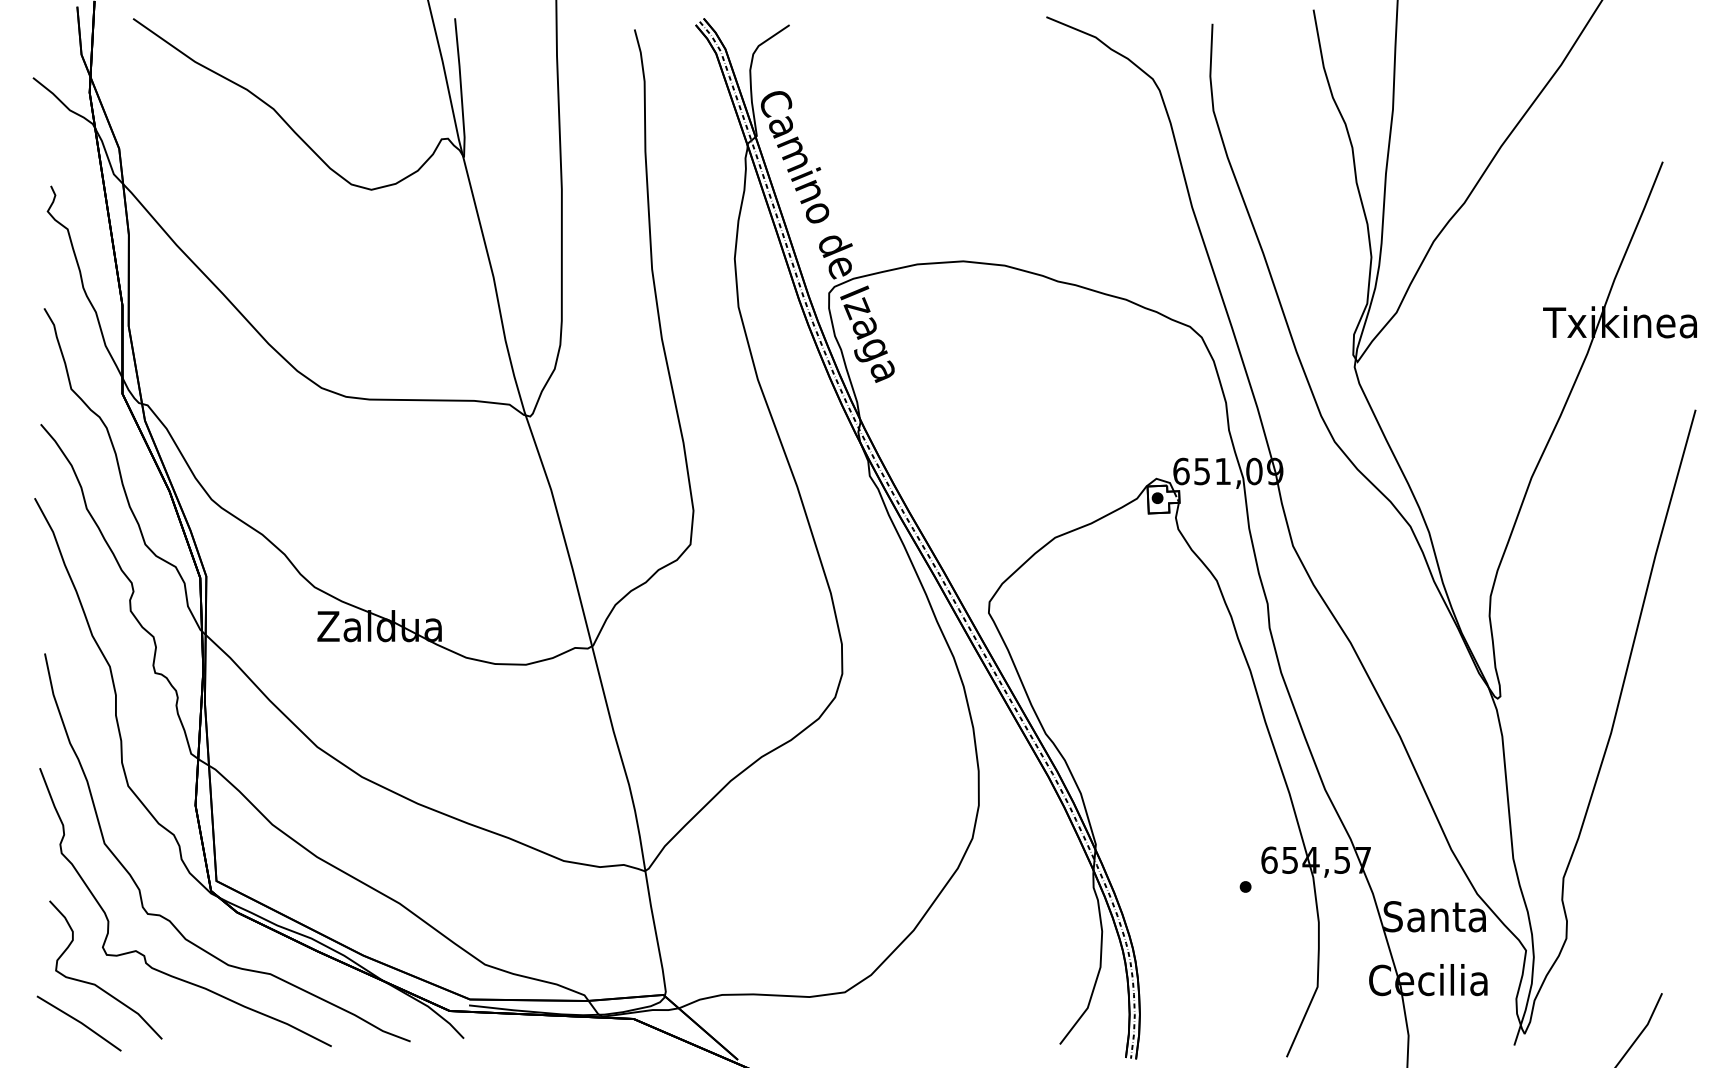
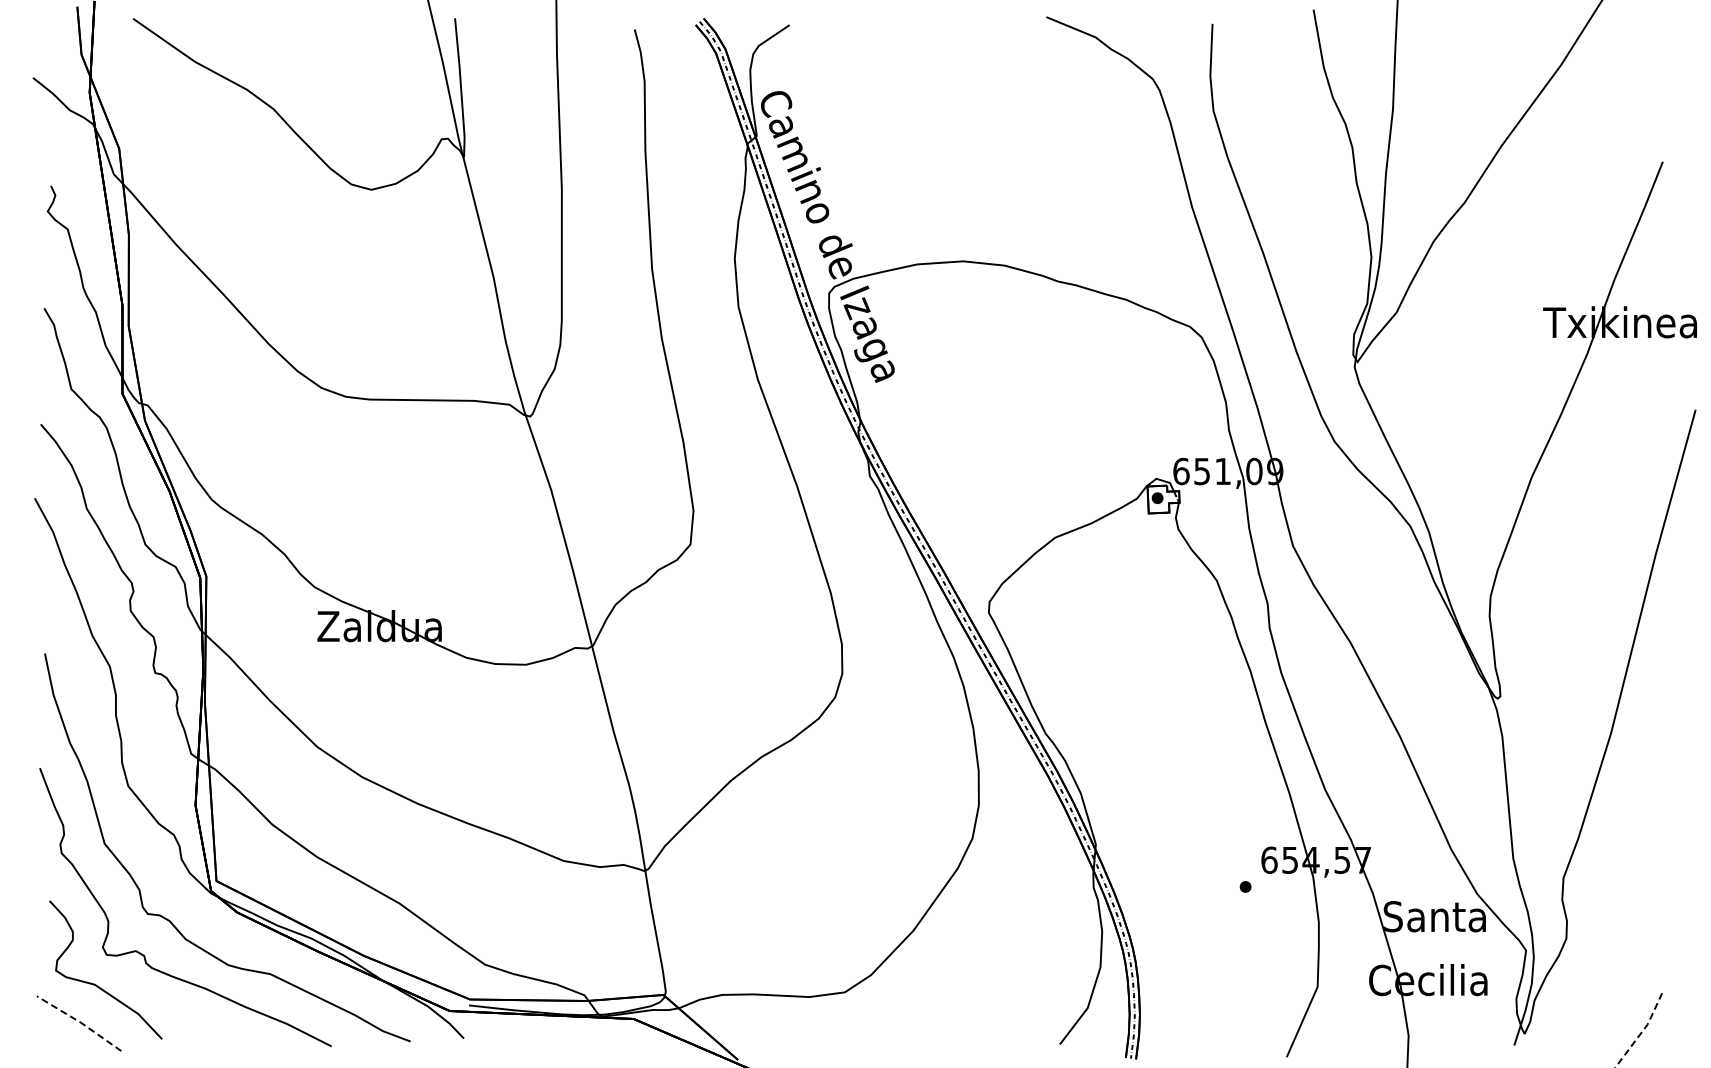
line at (79, 1022): solid -> dashed
line at (1641, 1032): solid -> dashed
